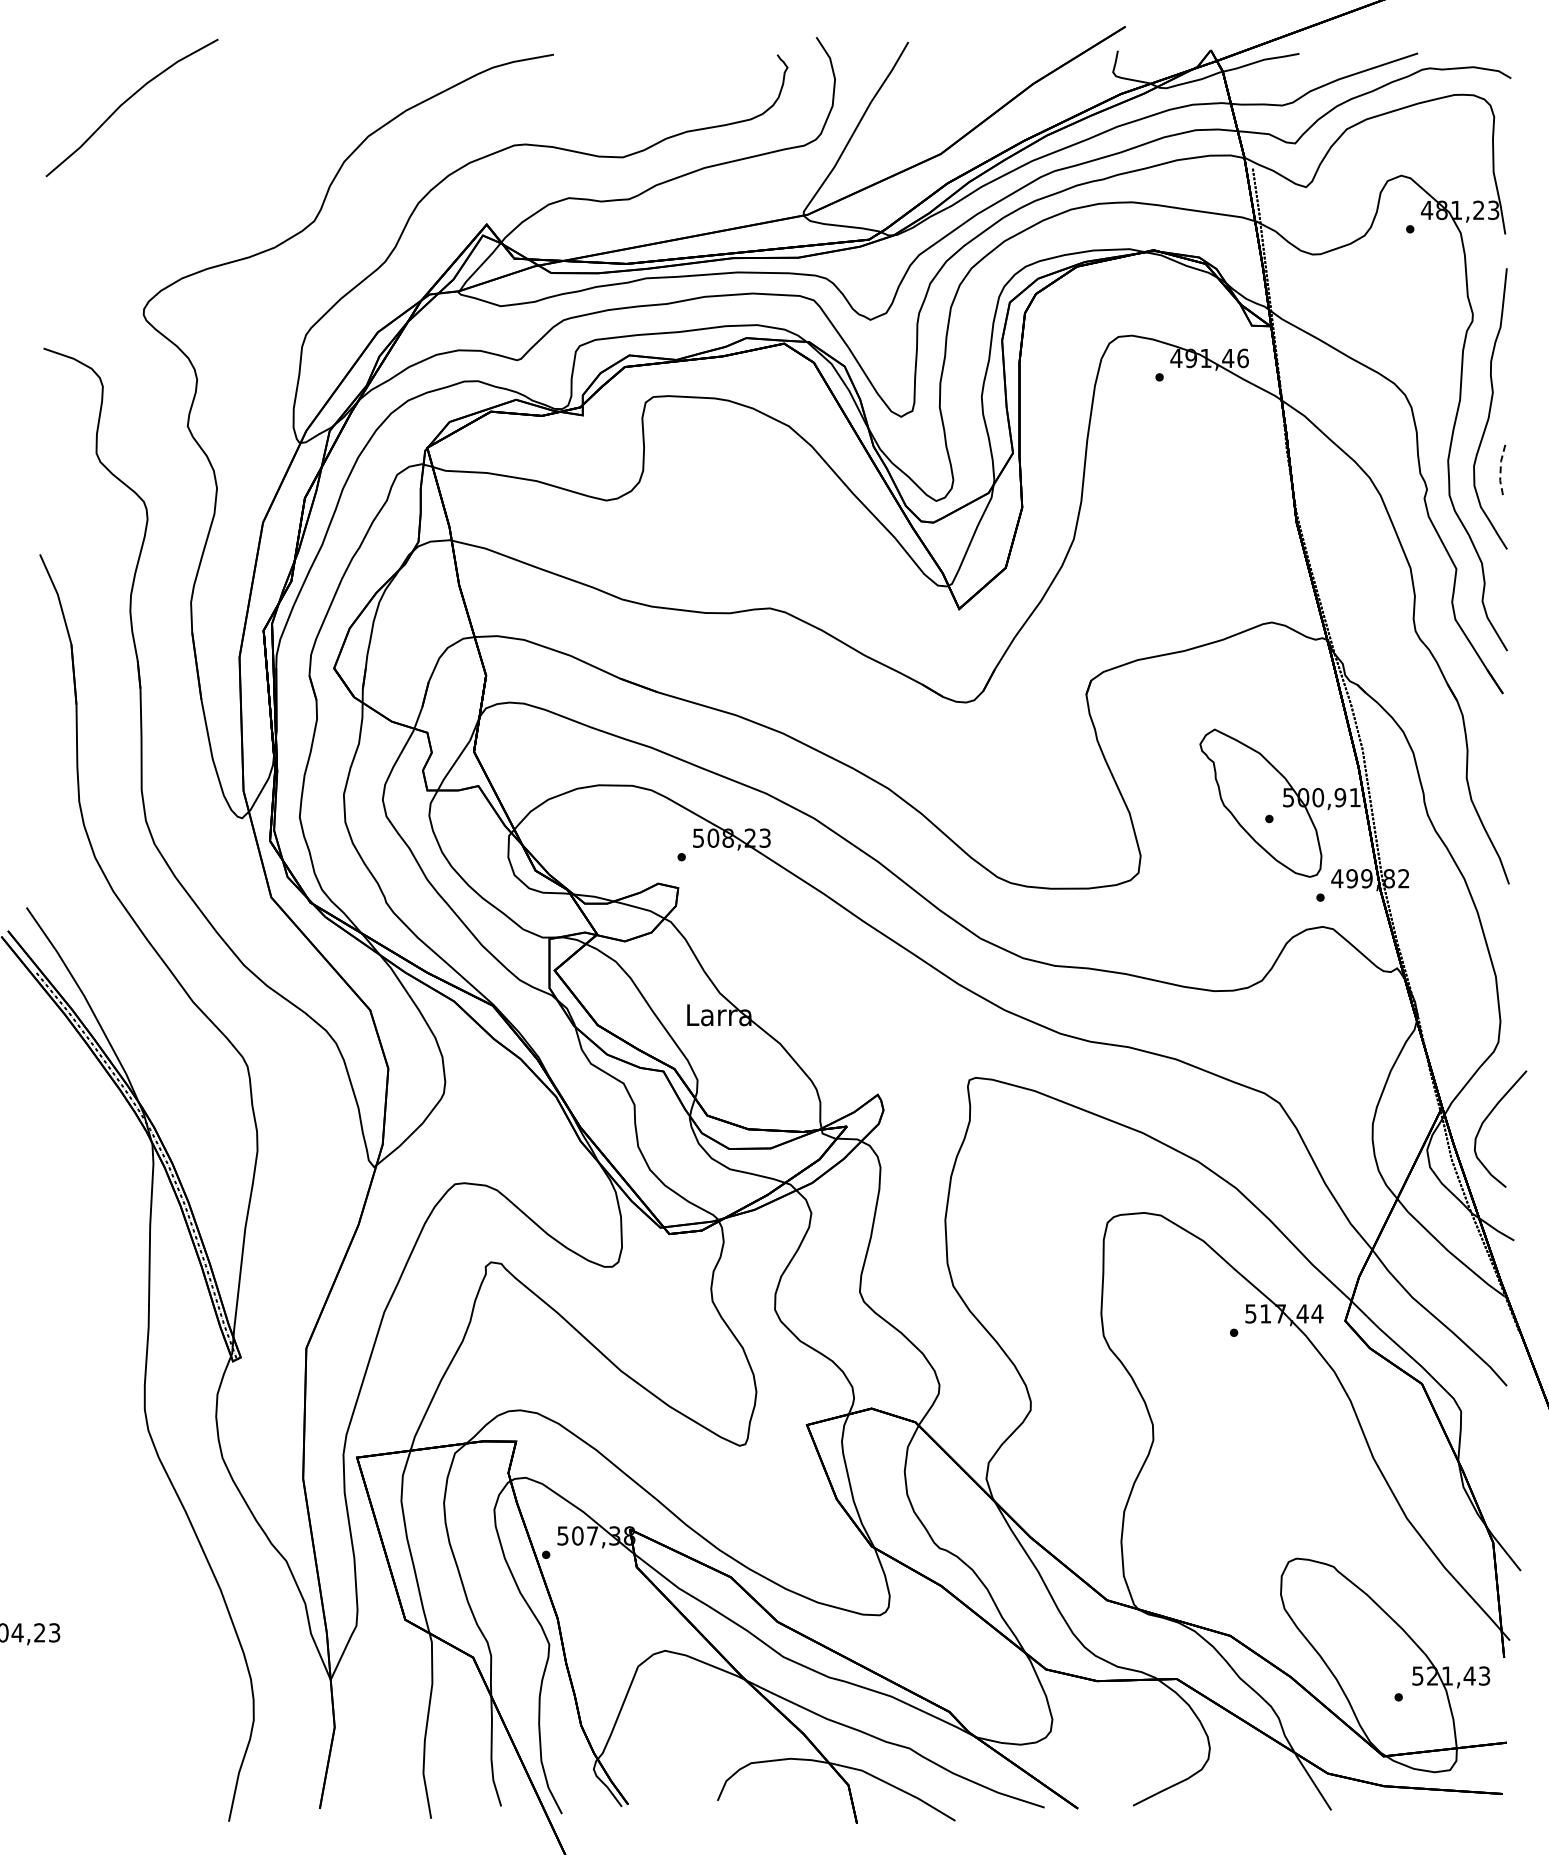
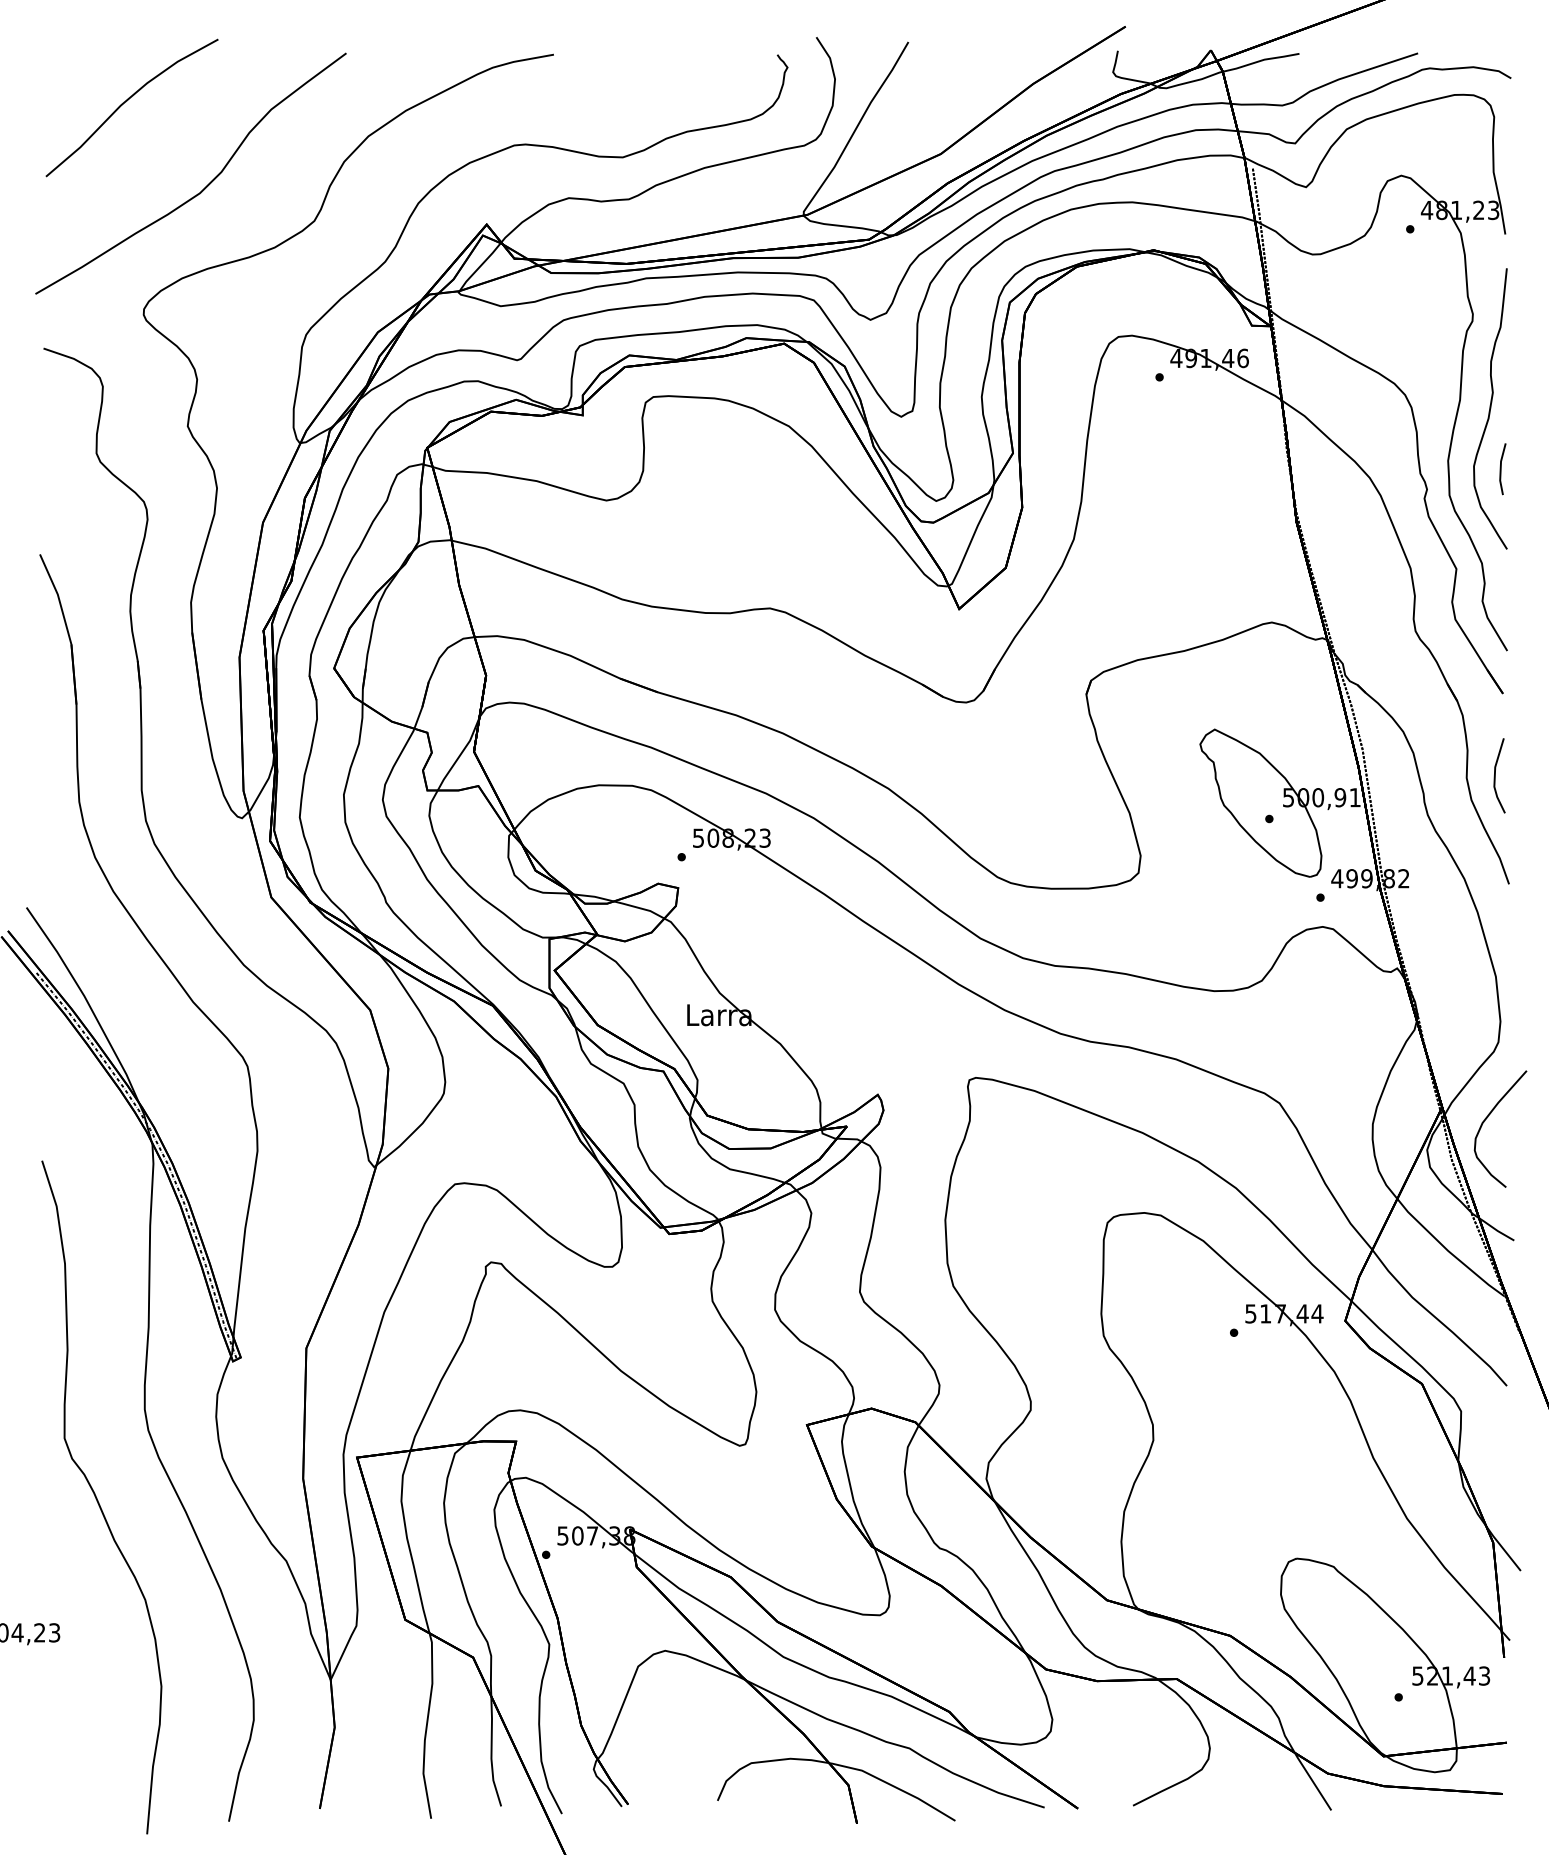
curve at (204, 187): none -> present
line at (1500, 469): dashed -> solid
line at (1495, 775): none -> present
curve at (97, 1498): none -> present
